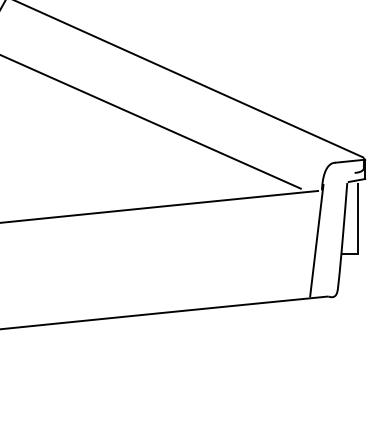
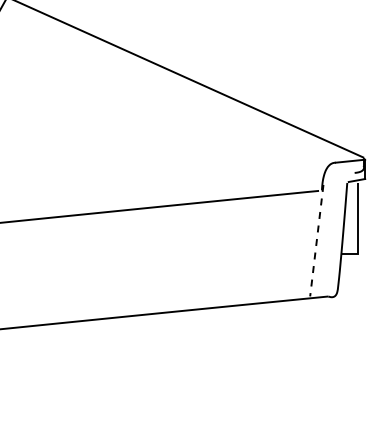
line at (151, 121): present -> none
line at (316, 241): solid -> dashed
